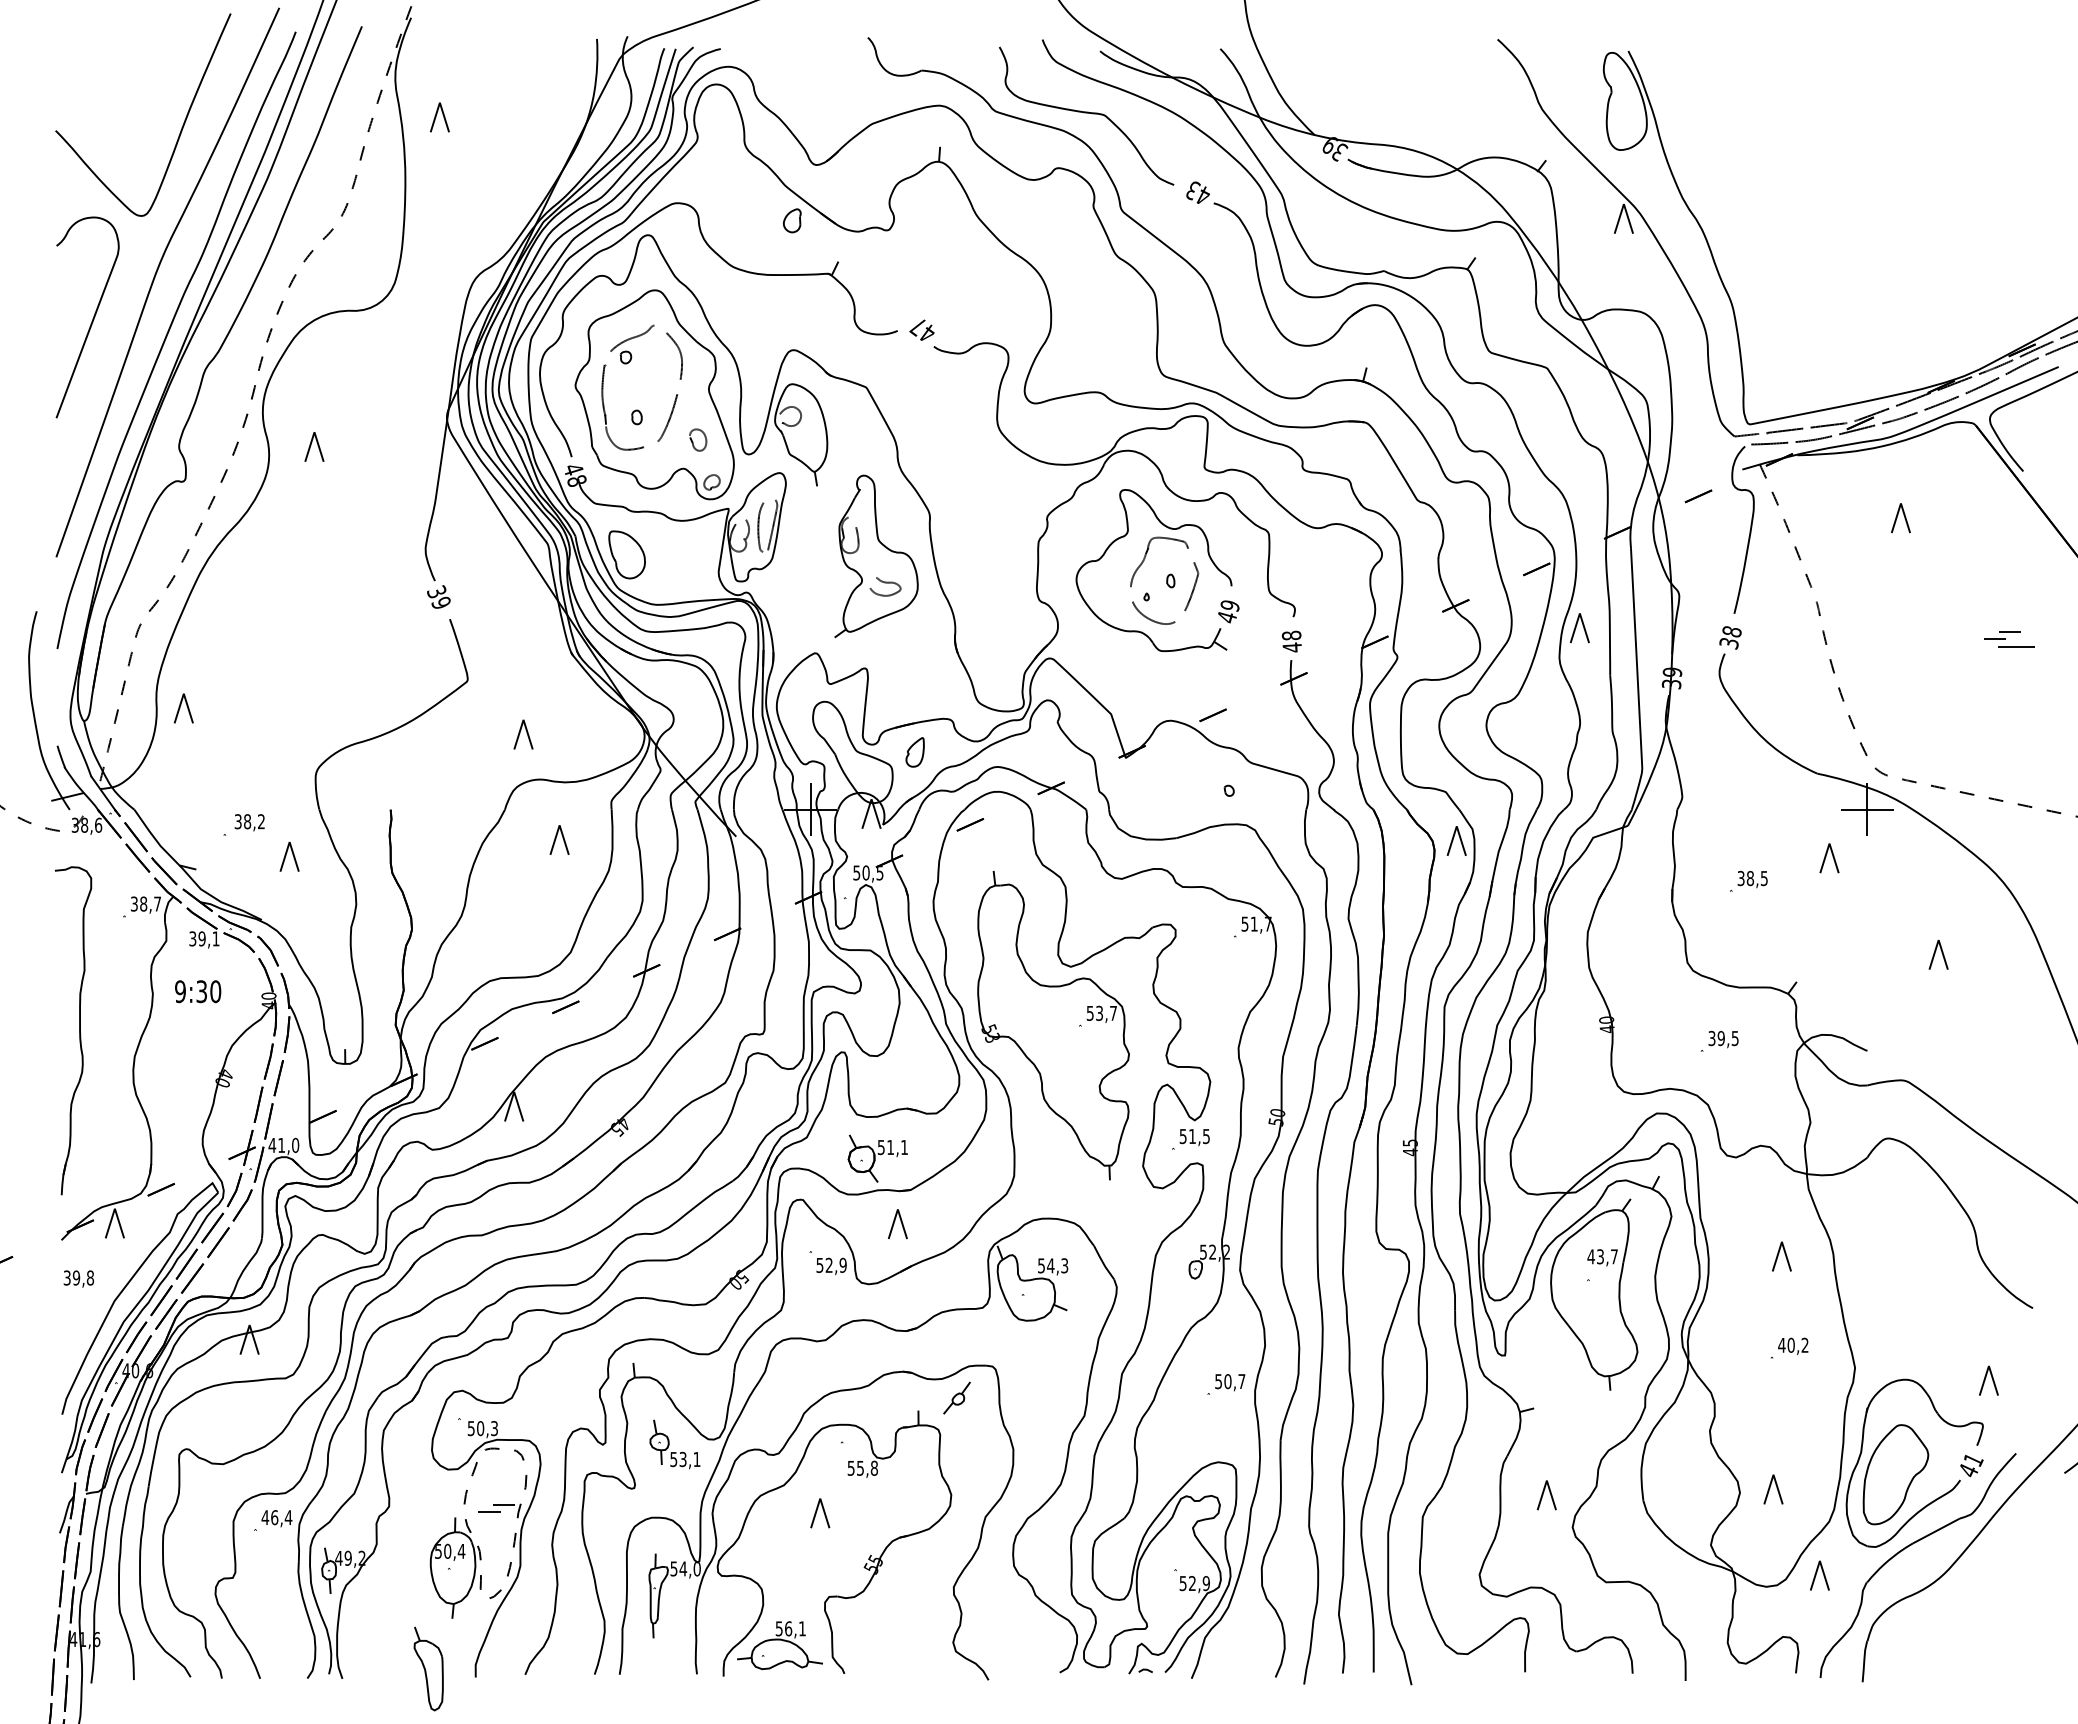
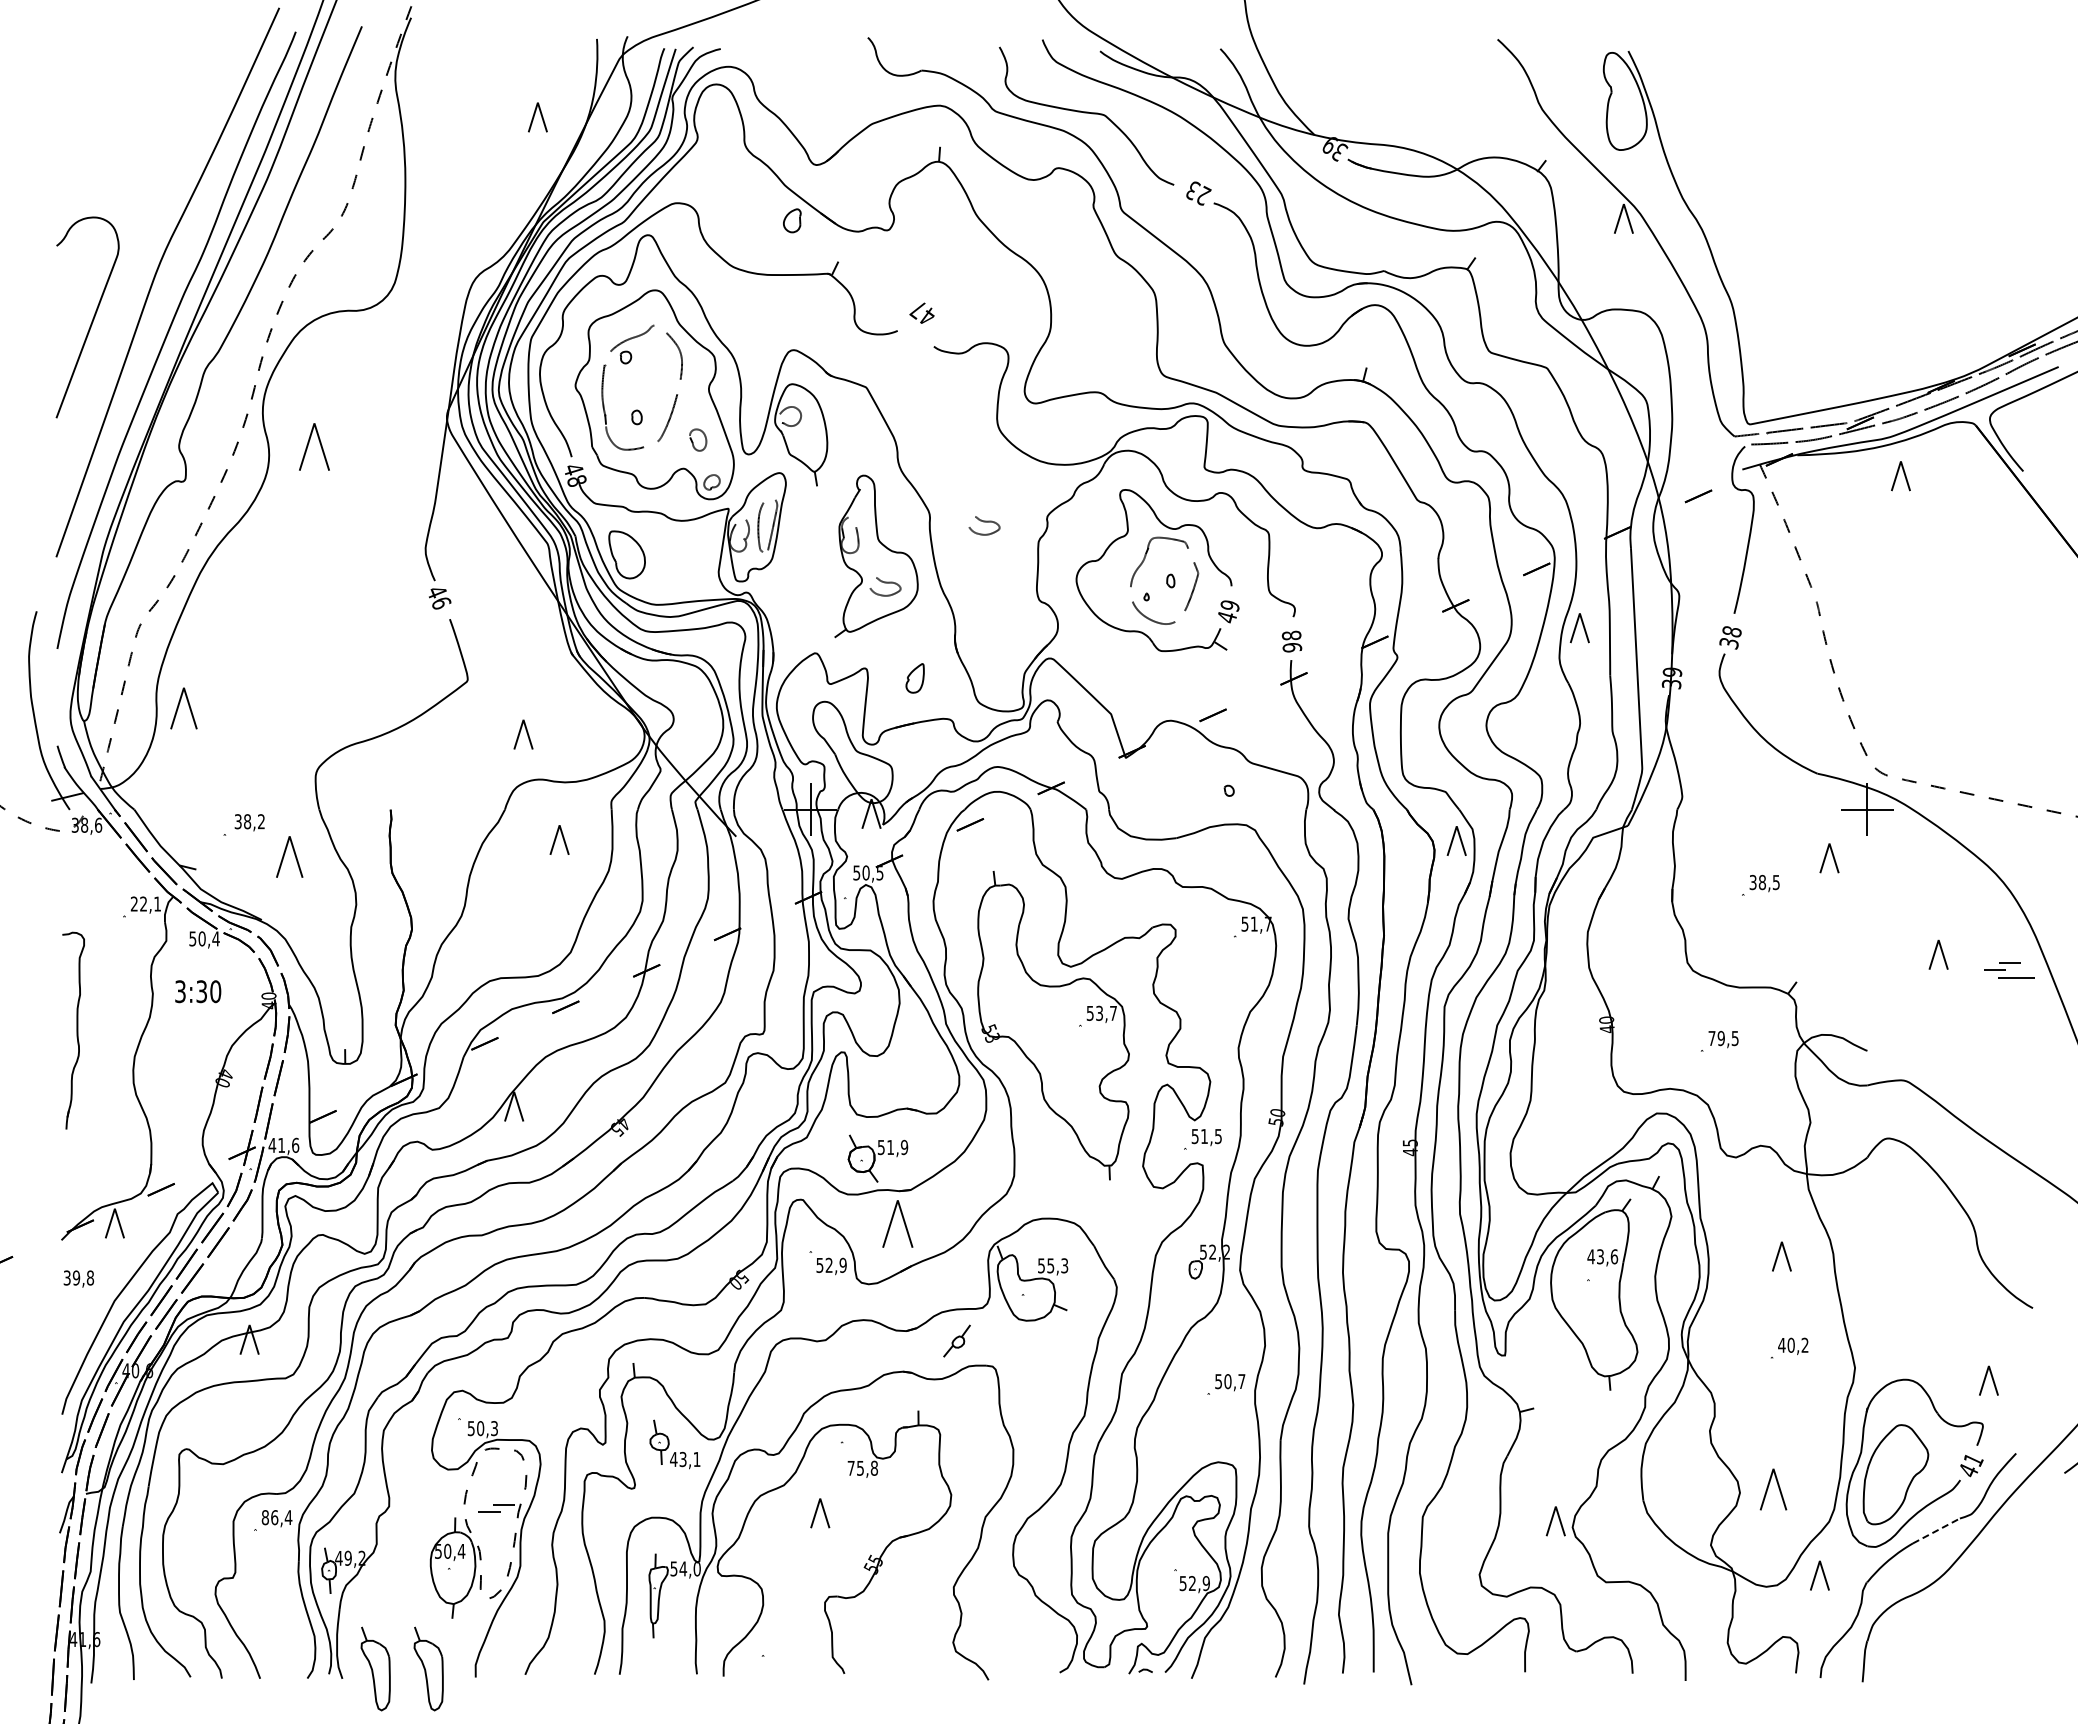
part at (439, 117) position: (439, 117) -> (537, 117)
curve at (181, 127): present -> none
text at (1203, 195): 43 -> 23
text at (921, 329) position: (921, 329) -> (921, 312)
part at (314, 446) size: 21x30 px -> 31x48 px
part at (1900, 518) position: (1900, 518) -> (1900, 476)
part at (984, 525): none -> present
text at (439, 597): 39 -> 46
part at (2009, 639) position: (2009, 639) -> (2009, 970)
text at (1292, 647): 48 -> 98
part at (183, 708) size: 21x31 px -> 28x43 px
part at (914, 752) position: (914, 752) -> (914, 678)
part at (289, 856) size: 21x31 px -> 28x42 px
part at (1748, 881) position: (1748, 881) -> (1760, 885)
text at (145, 903): 38,7 -> 22,1
text at (204, 938): 39,1 -> 50,4
text at (180, 991): 9:30 -> 3:30
part at (73, 1030) size: 39x330 px -> 23x199 px
text at (1711, 1038): 39,5 -> 79,5
part at (1190, 1139) position: (1190, 1139) -> (1202, 1139)
text at (295, 1144): 41,0 -> 41,6
text at (904, 1147): 51,1 -> 51,9
part at (897, 1224) size: 20x31 px -> 32x48 px
text at (1614, 1256): 43,7 -> 43,6
text at (1050, 1265): 54,3 -> 55,3
part at (956, 1397) position: (956, 1397) -> (956, 1340)
text at (673, 1459): 53,1 -> 43,1
text at (850, 1468): 55,8 -> 75,8
part at (1773, 1489) size: 21x31 px -> 29x43 px
part at (1546, 1495) position: (1546, 1495) -> (1555, 1521)
text at (265, 1517): 46,4 -> 86,4
line at (1936, 1530): solid -> dashed
part at (779, 1645): present -> none
part at (375, 1668): none -> present
